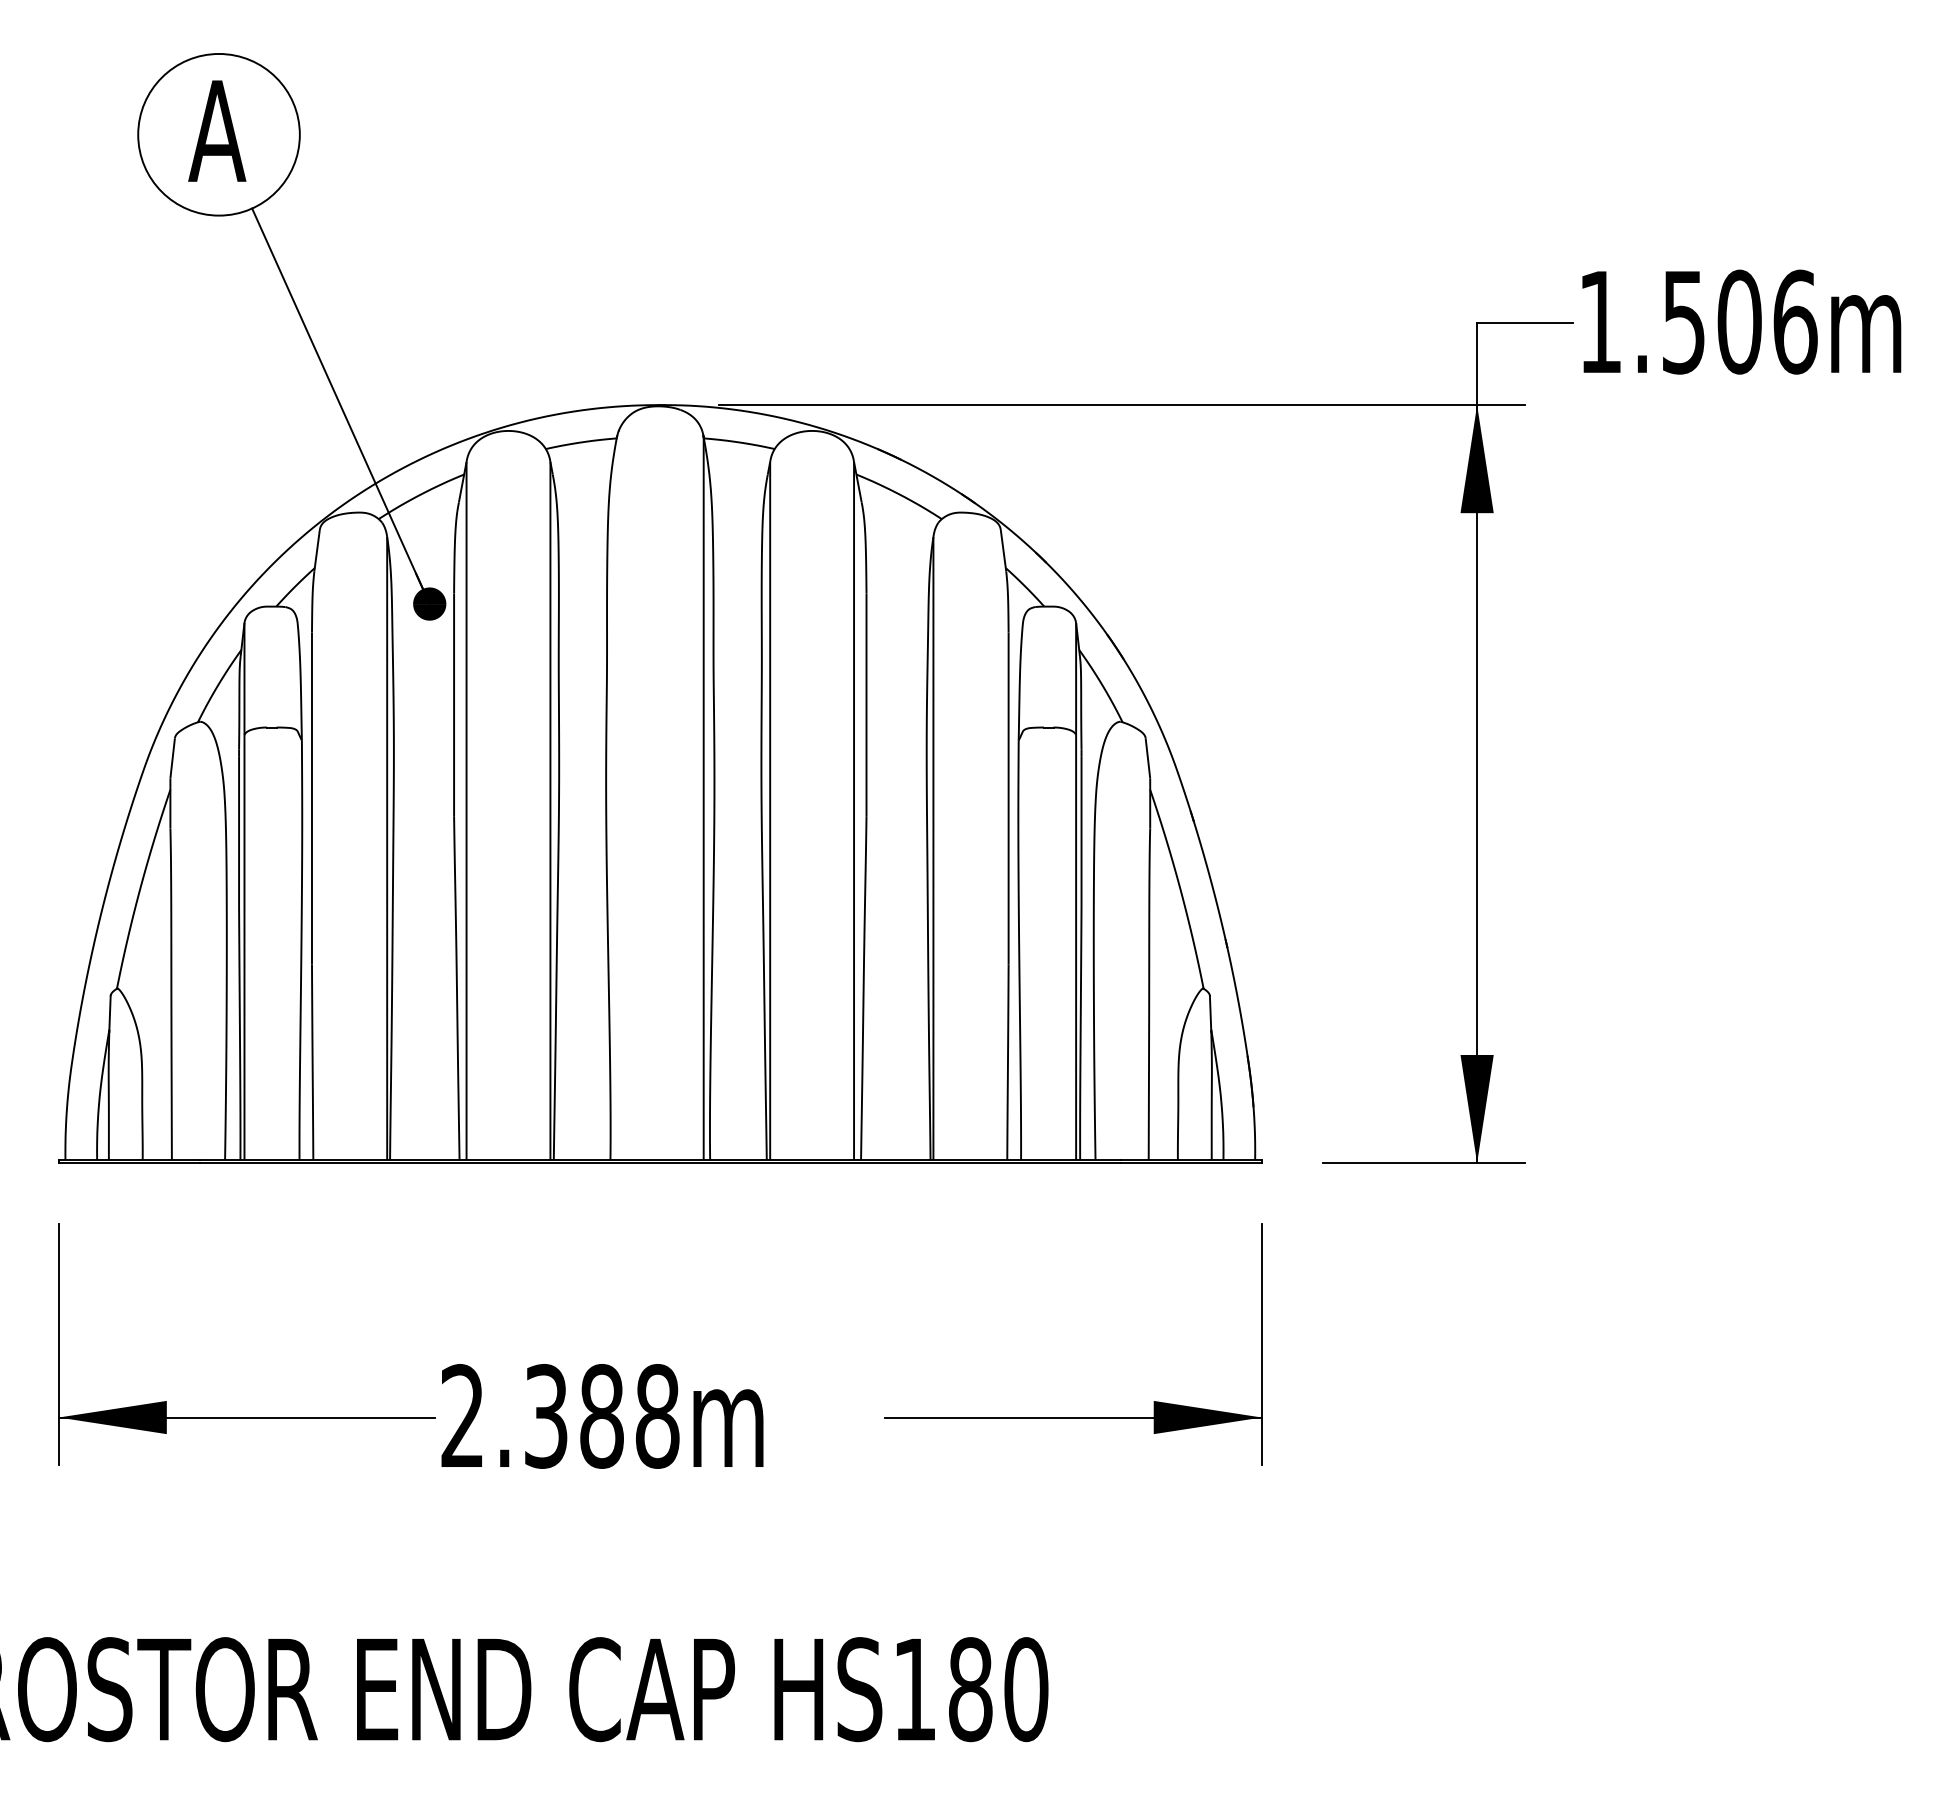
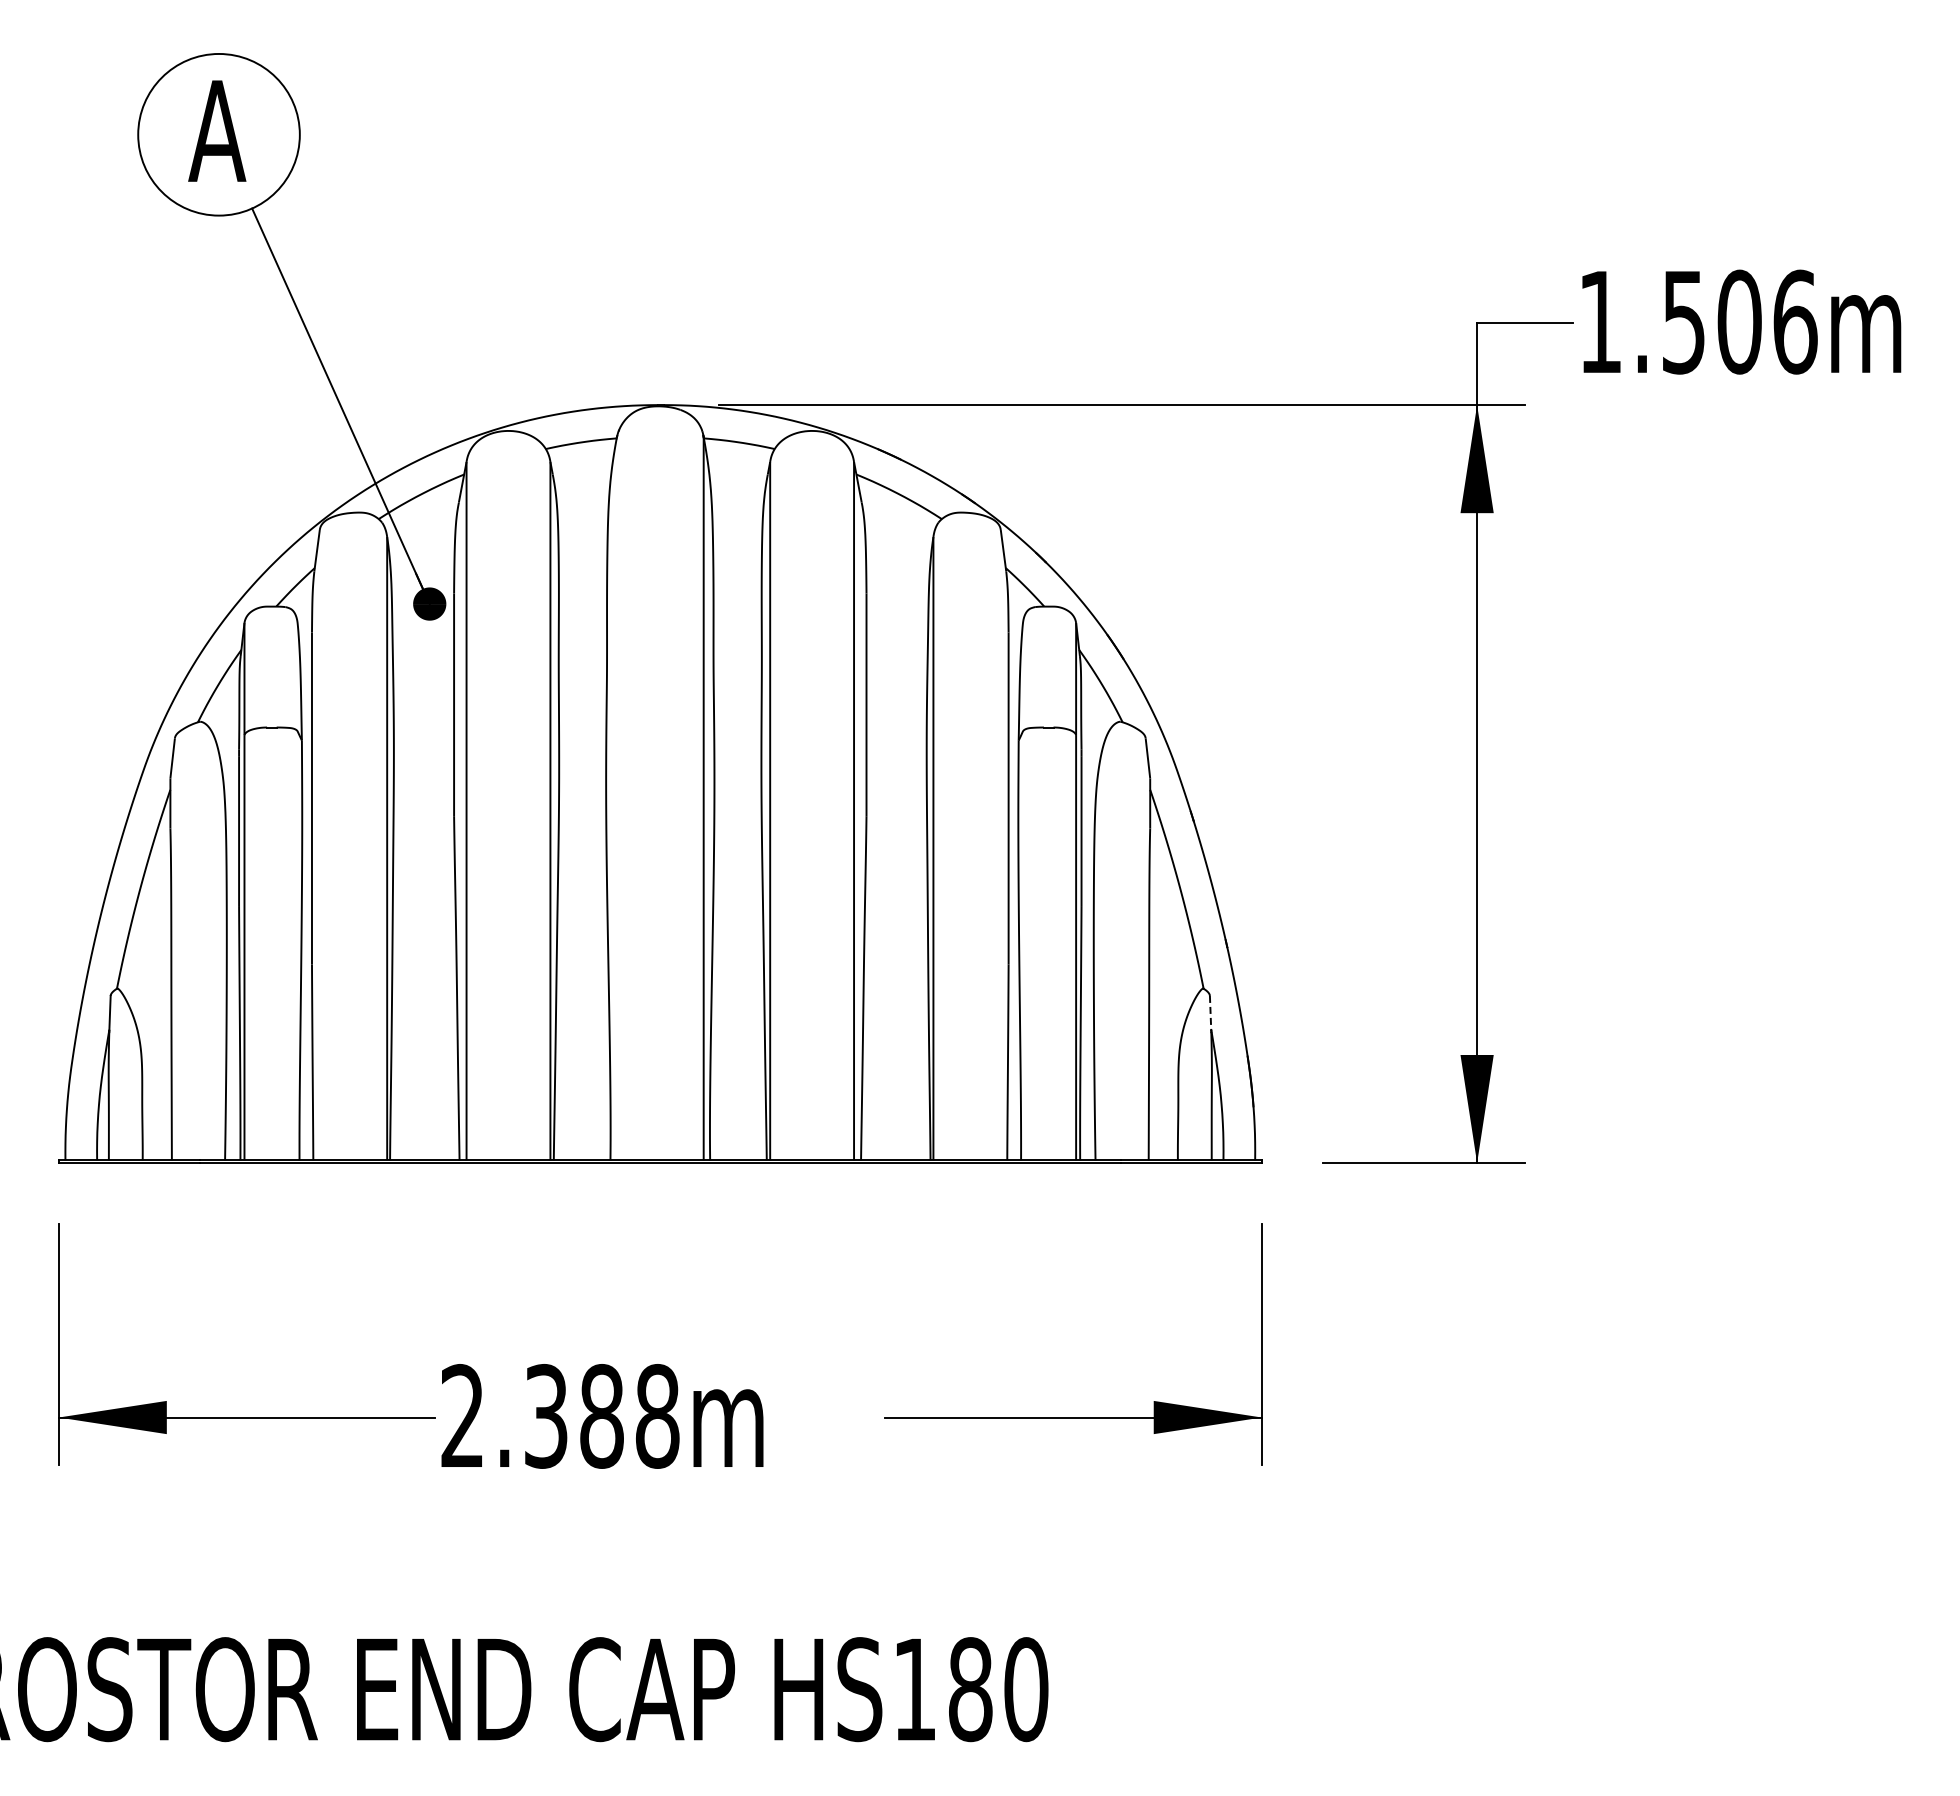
line at (1210, 1013): solid -> dashed
